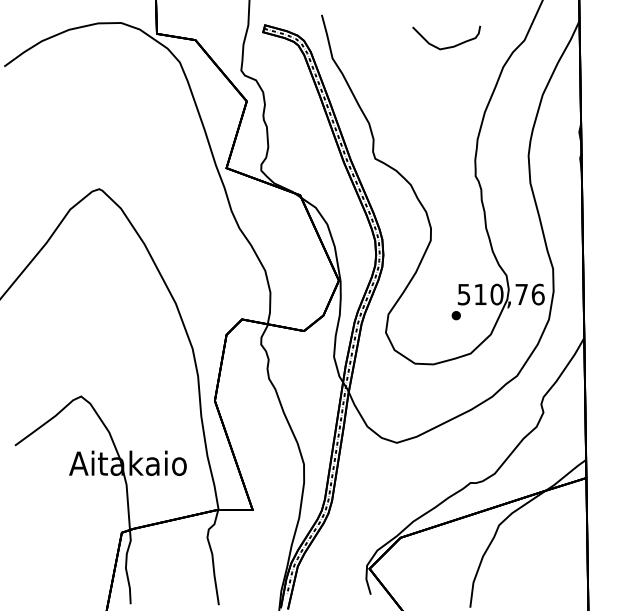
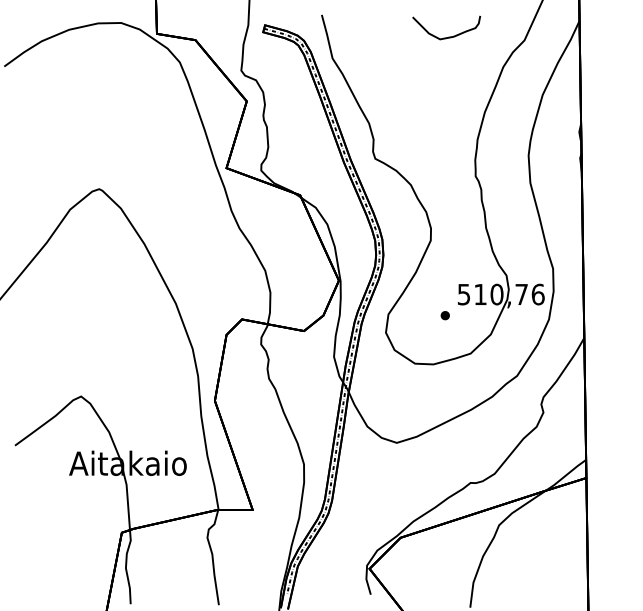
curve at (448, 46) position: (448, 46) -> (448, 36)
part at (455, 315) position: (455, 315) -> (444, 315)
